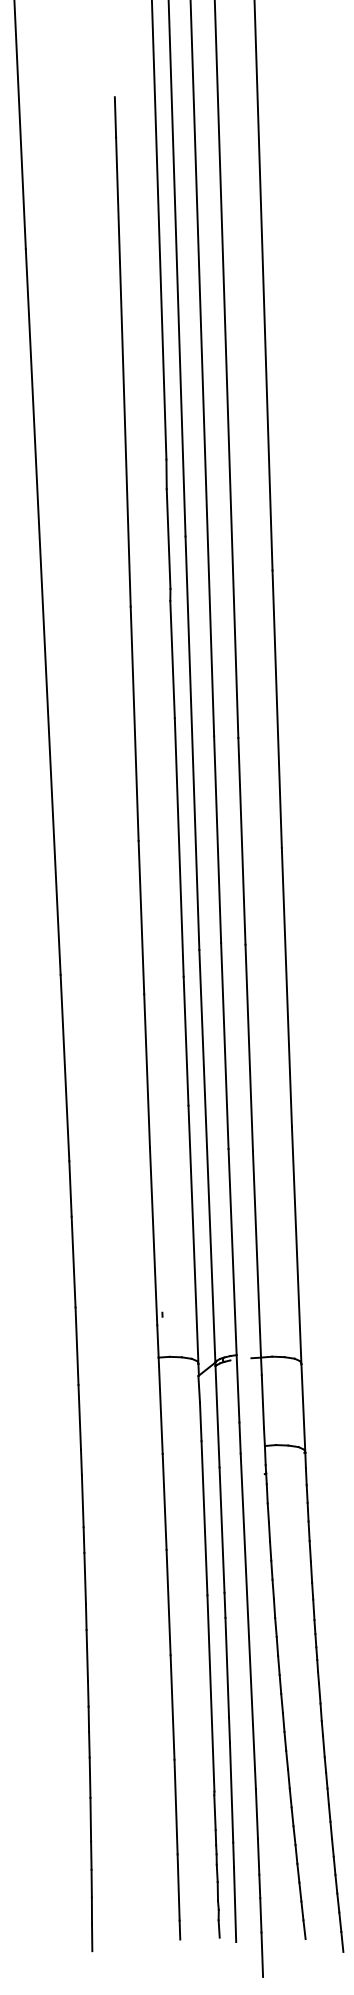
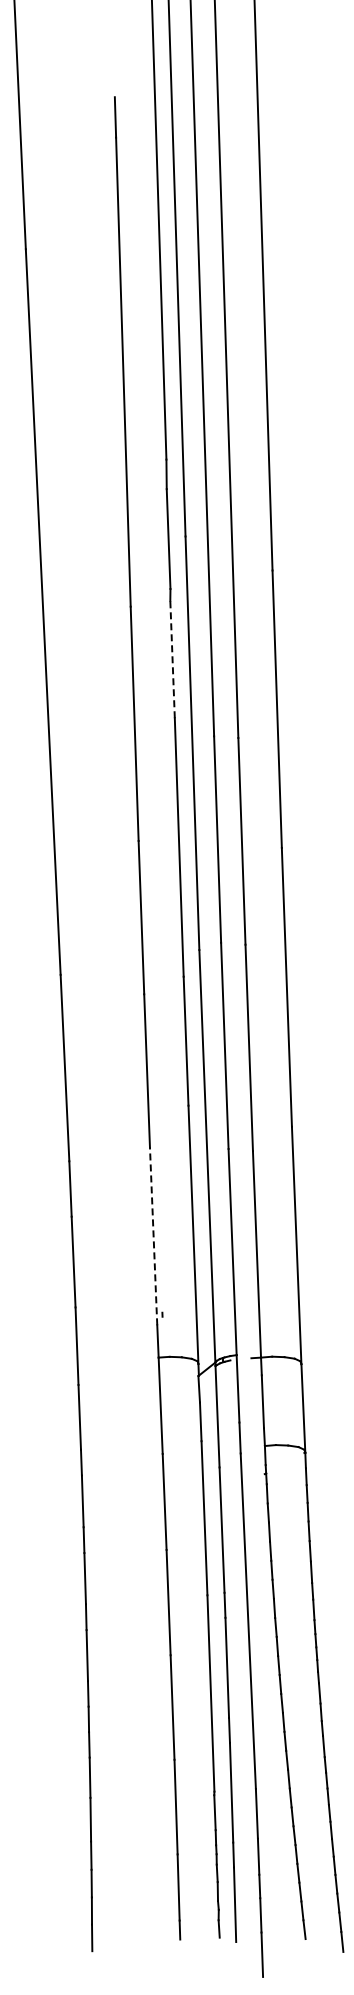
line at (172, 659): solid -> dashed
line at (153, 1235): solid -> dashed
